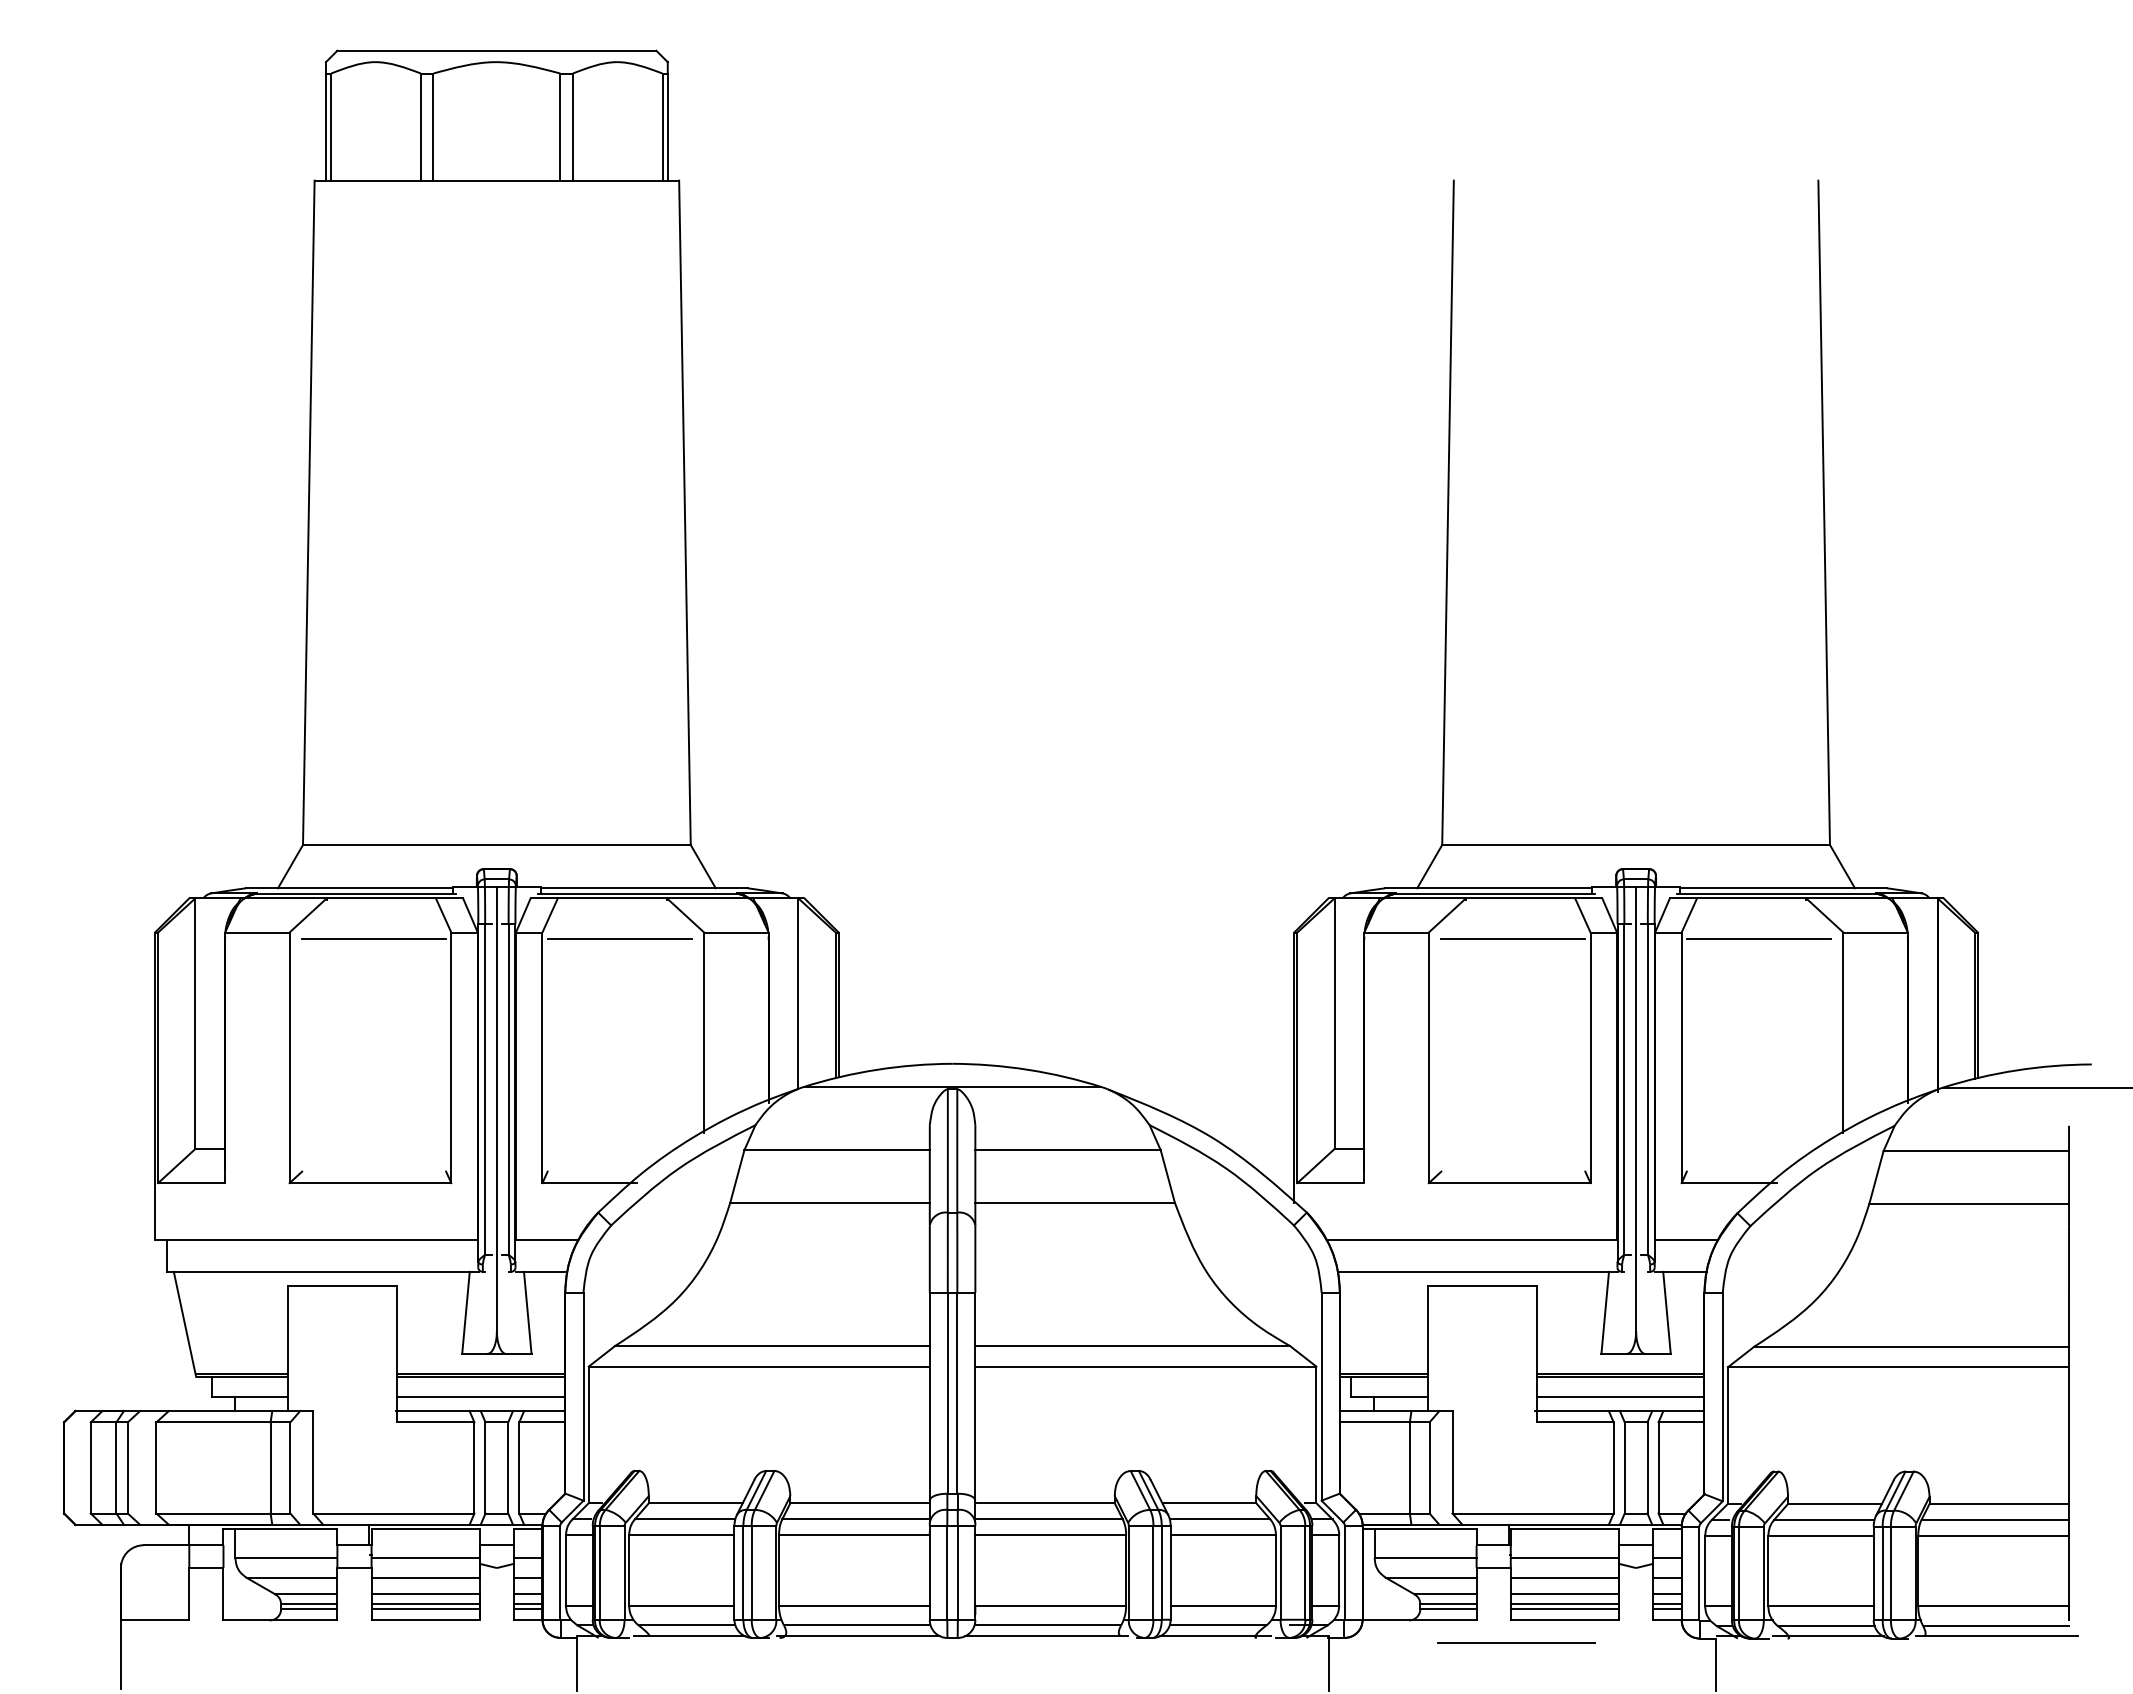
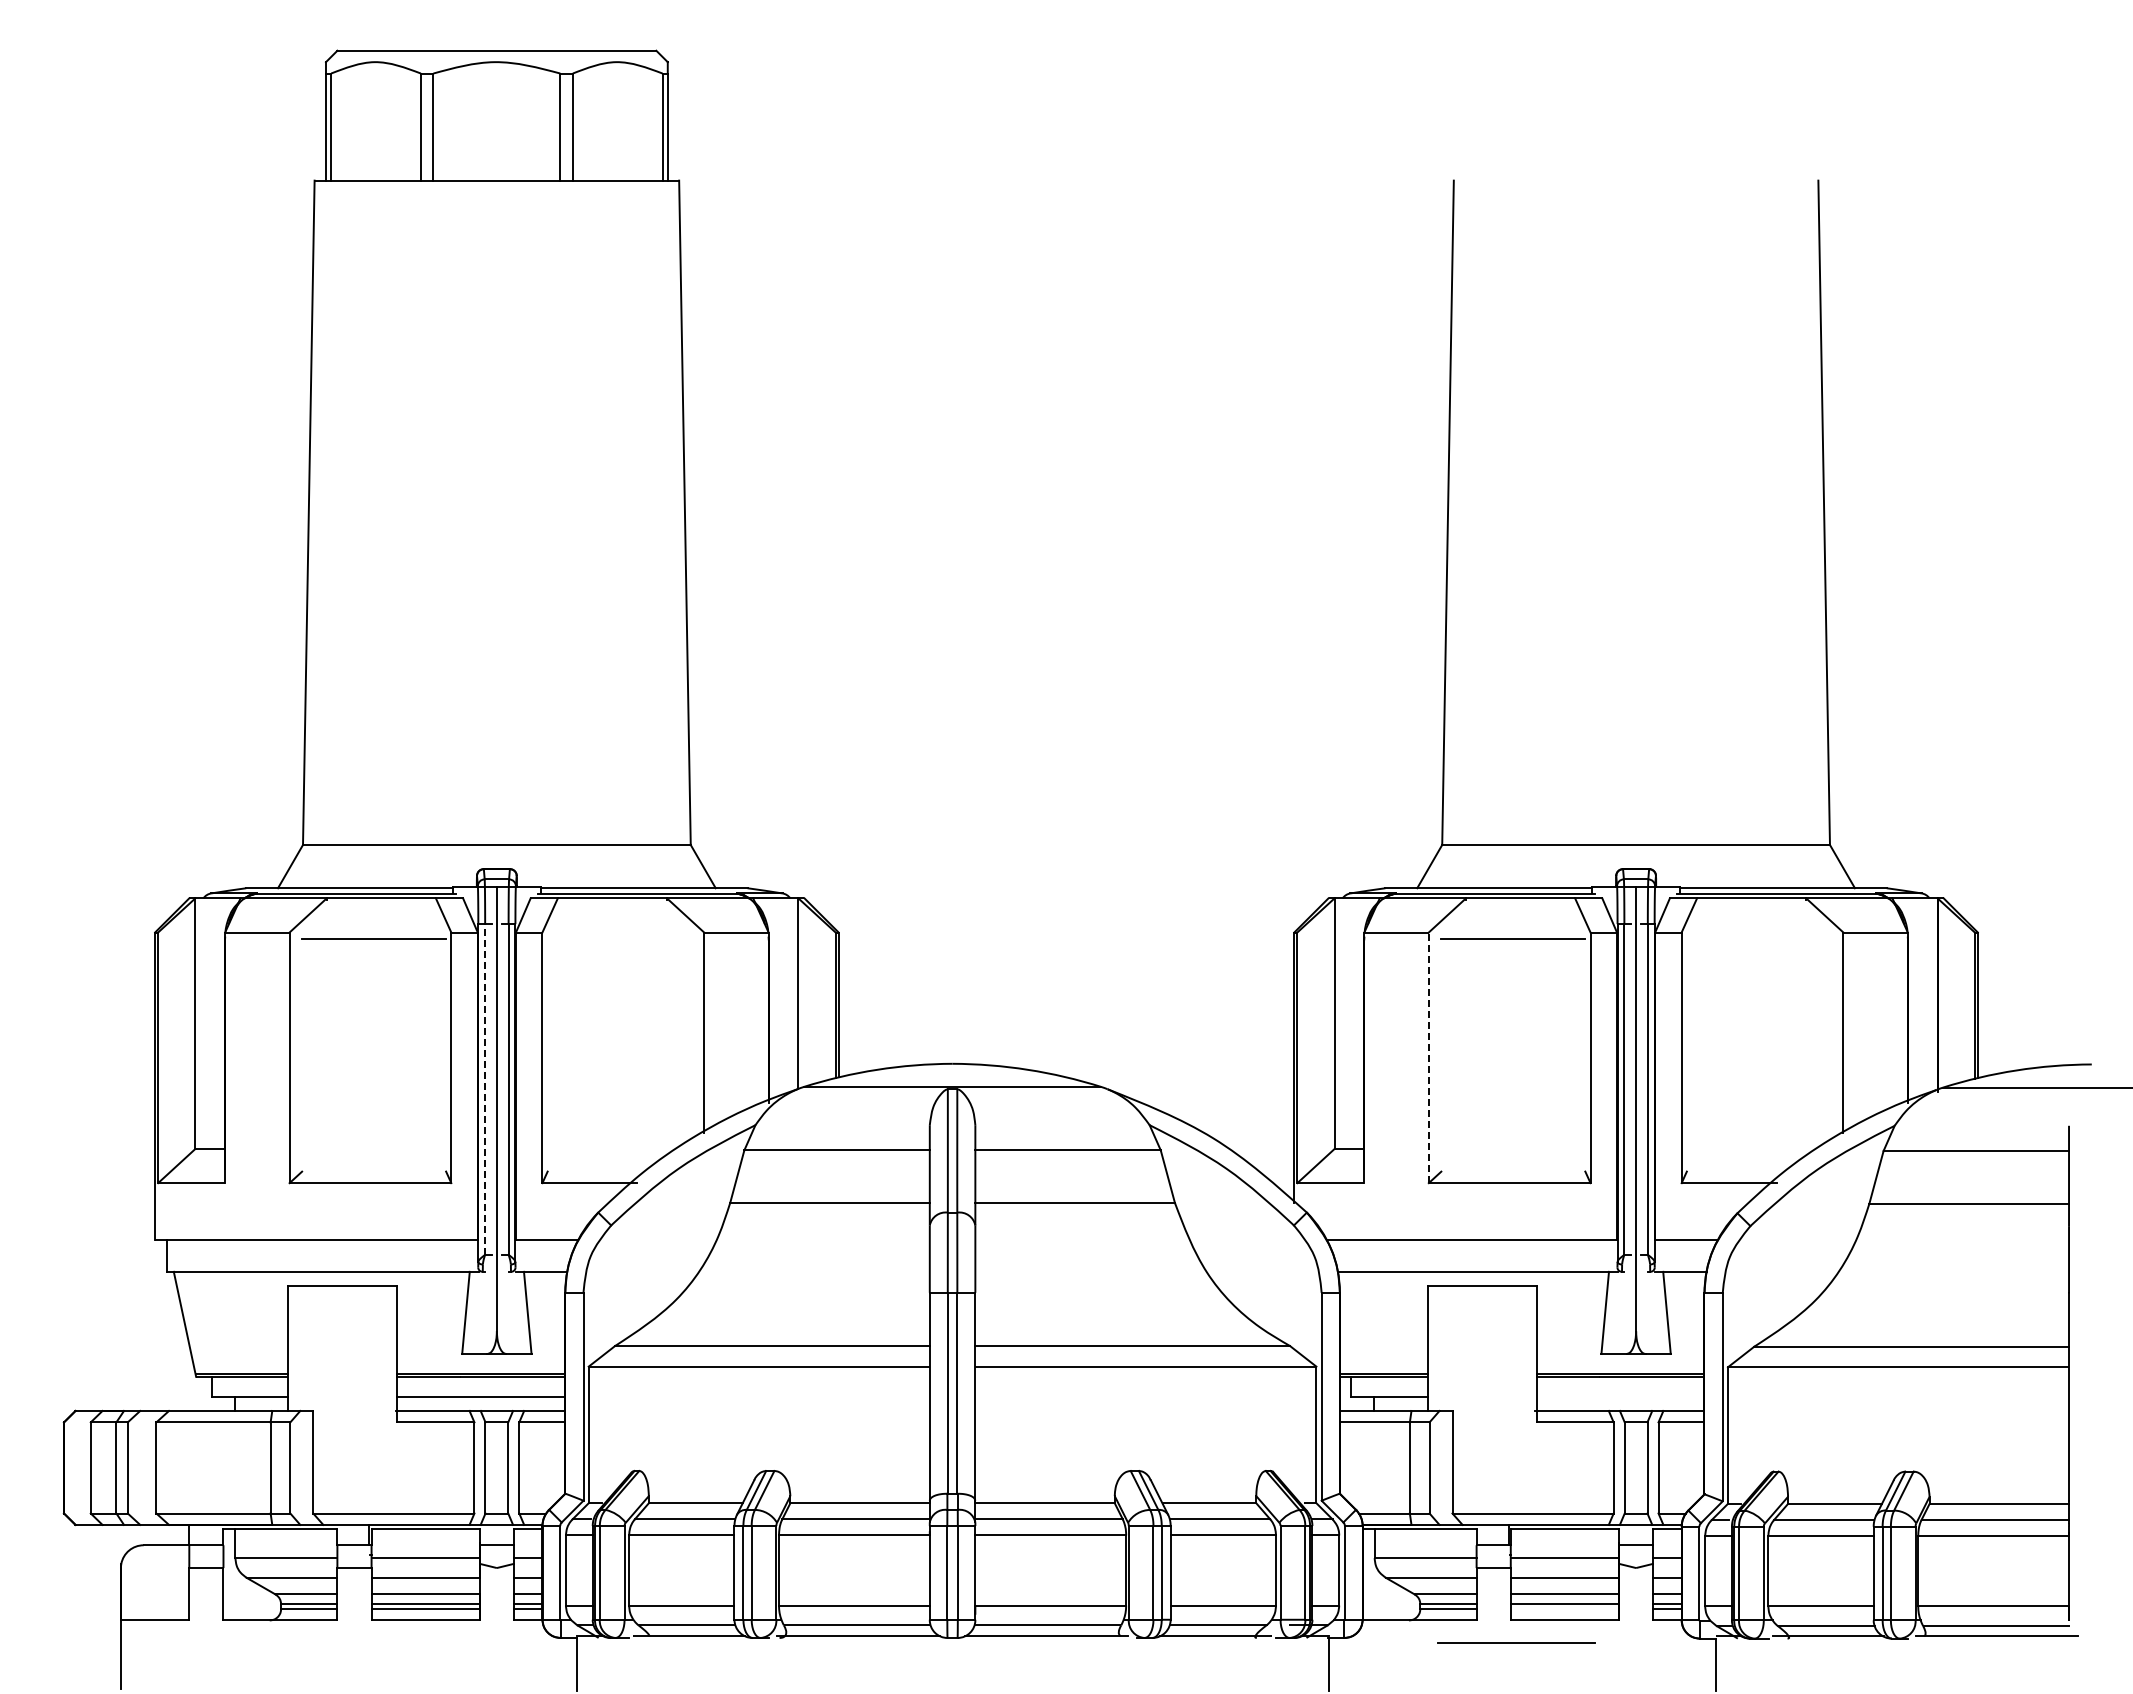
line at (619, 939): present -> none
line at (1758, 939): present -> none
line at (1428, 1057): solid -> dashed
line at (485, 1088): solid -> dashed
line at (1620, 1397): present -> none
line at (1564, 1609): present -> none
